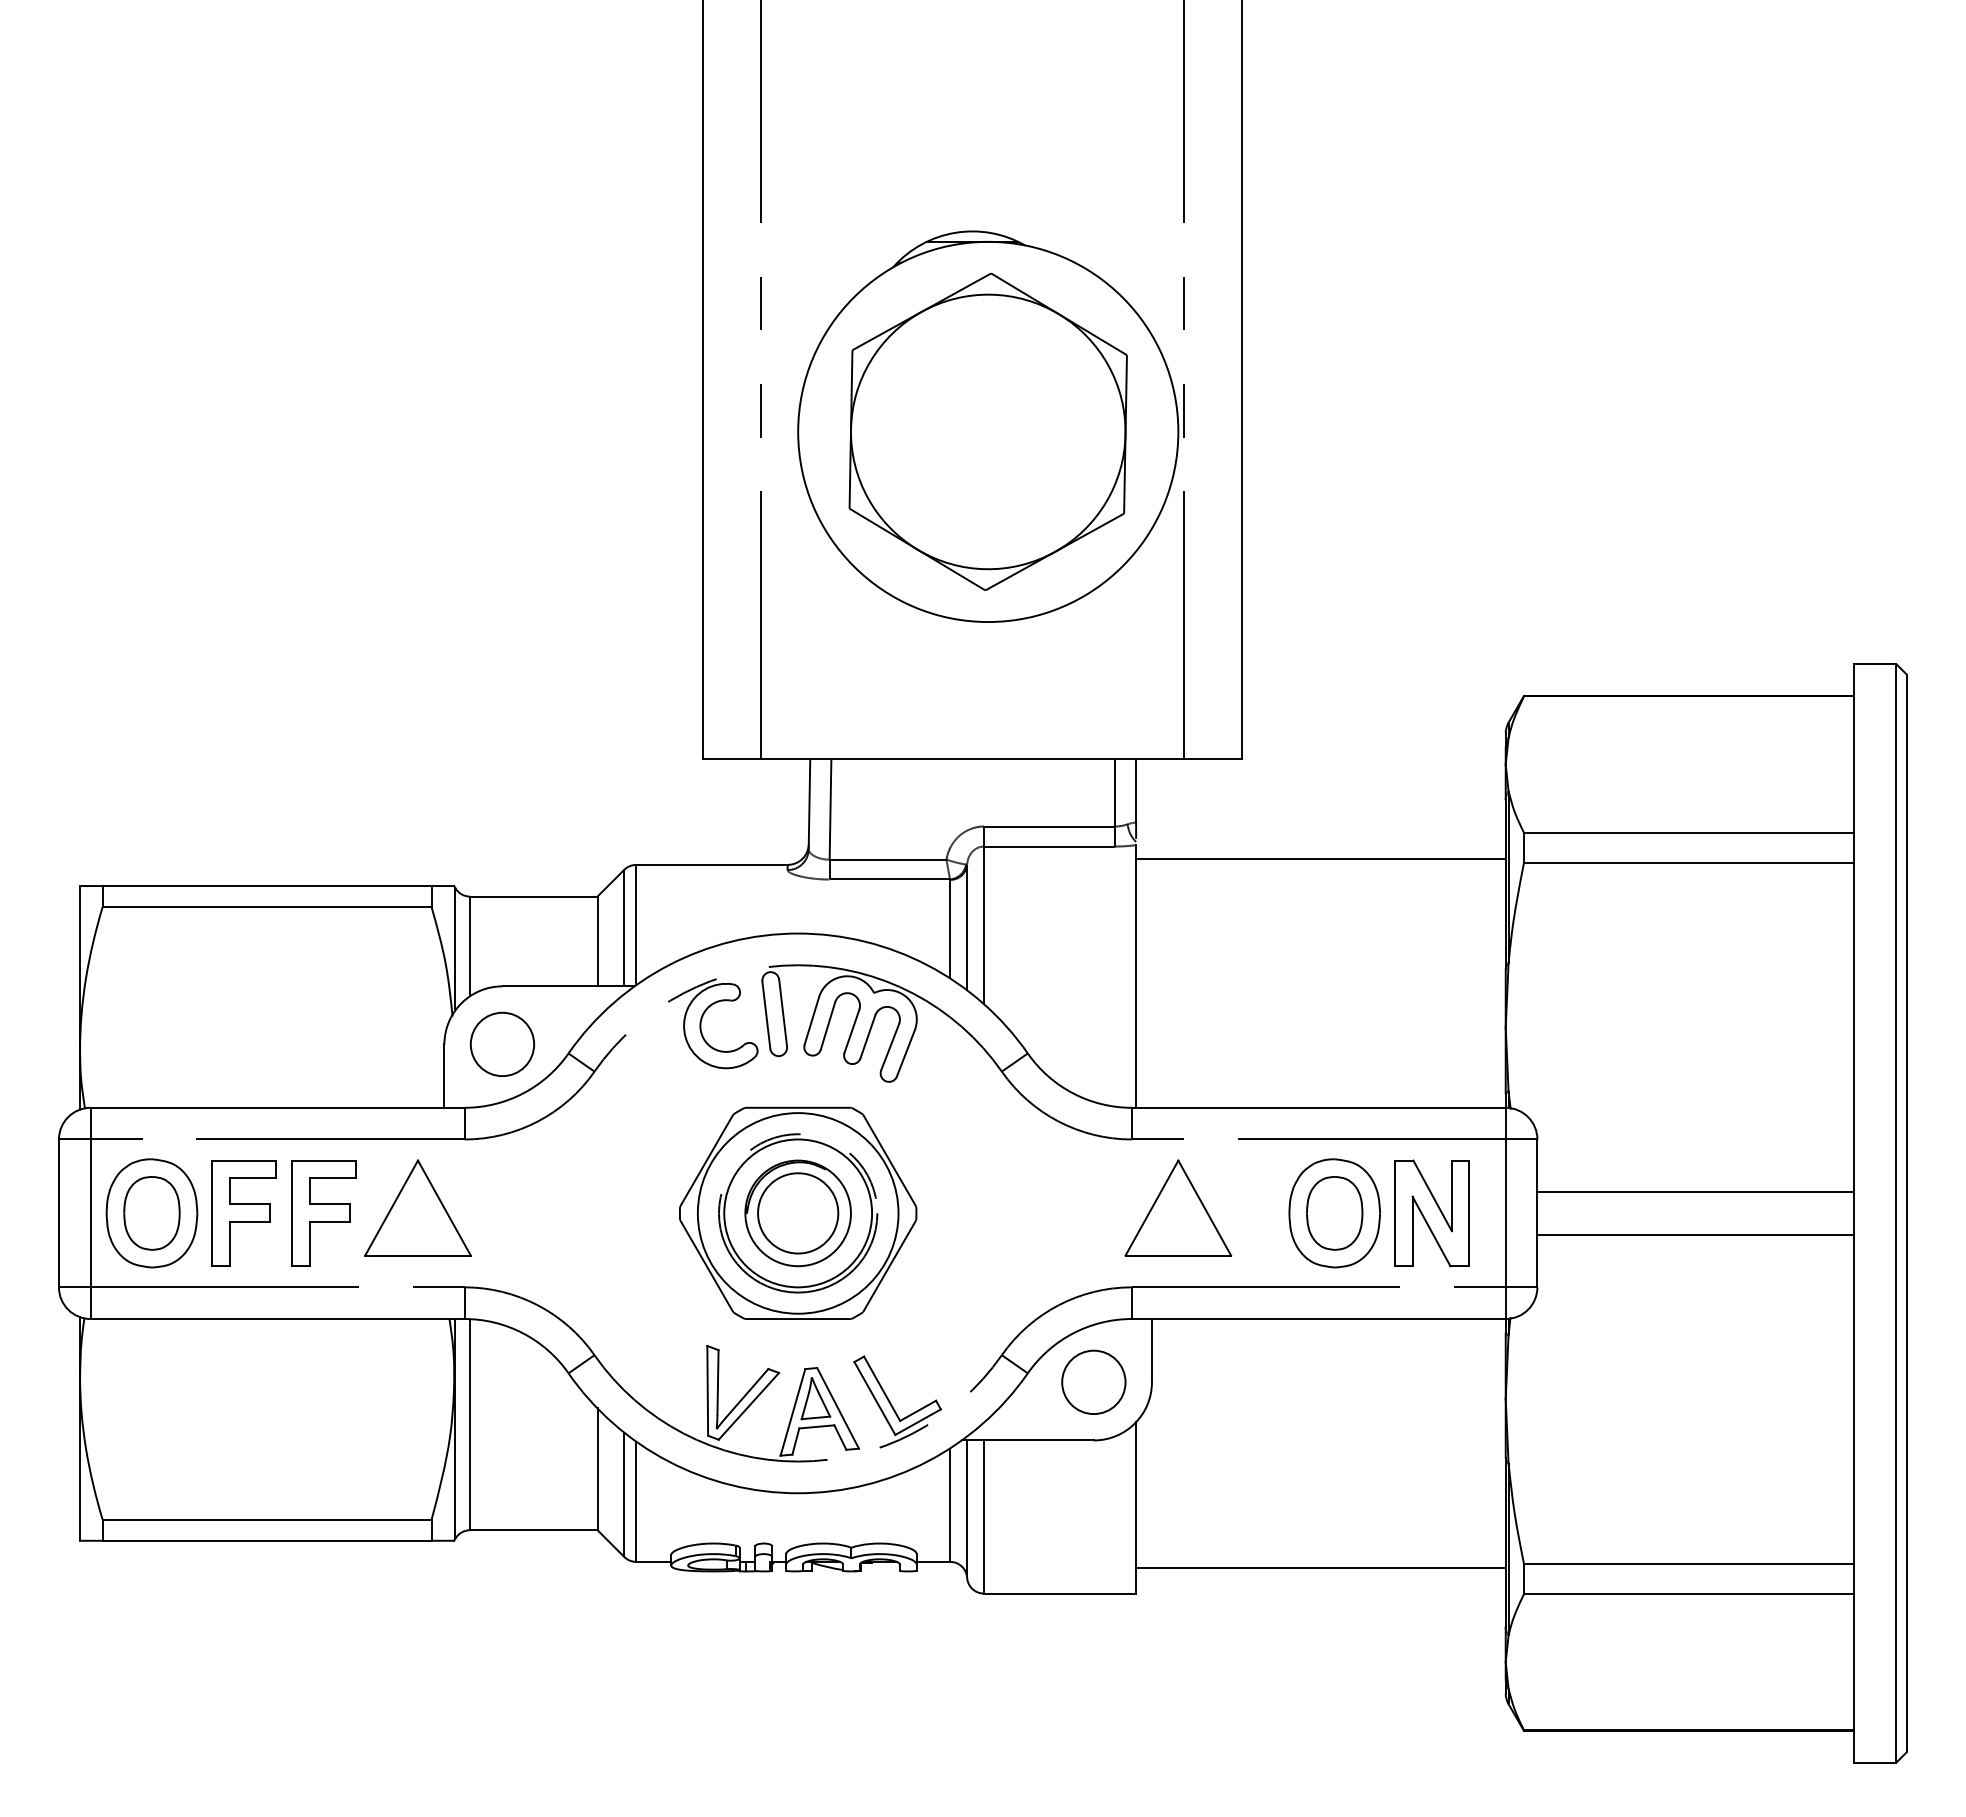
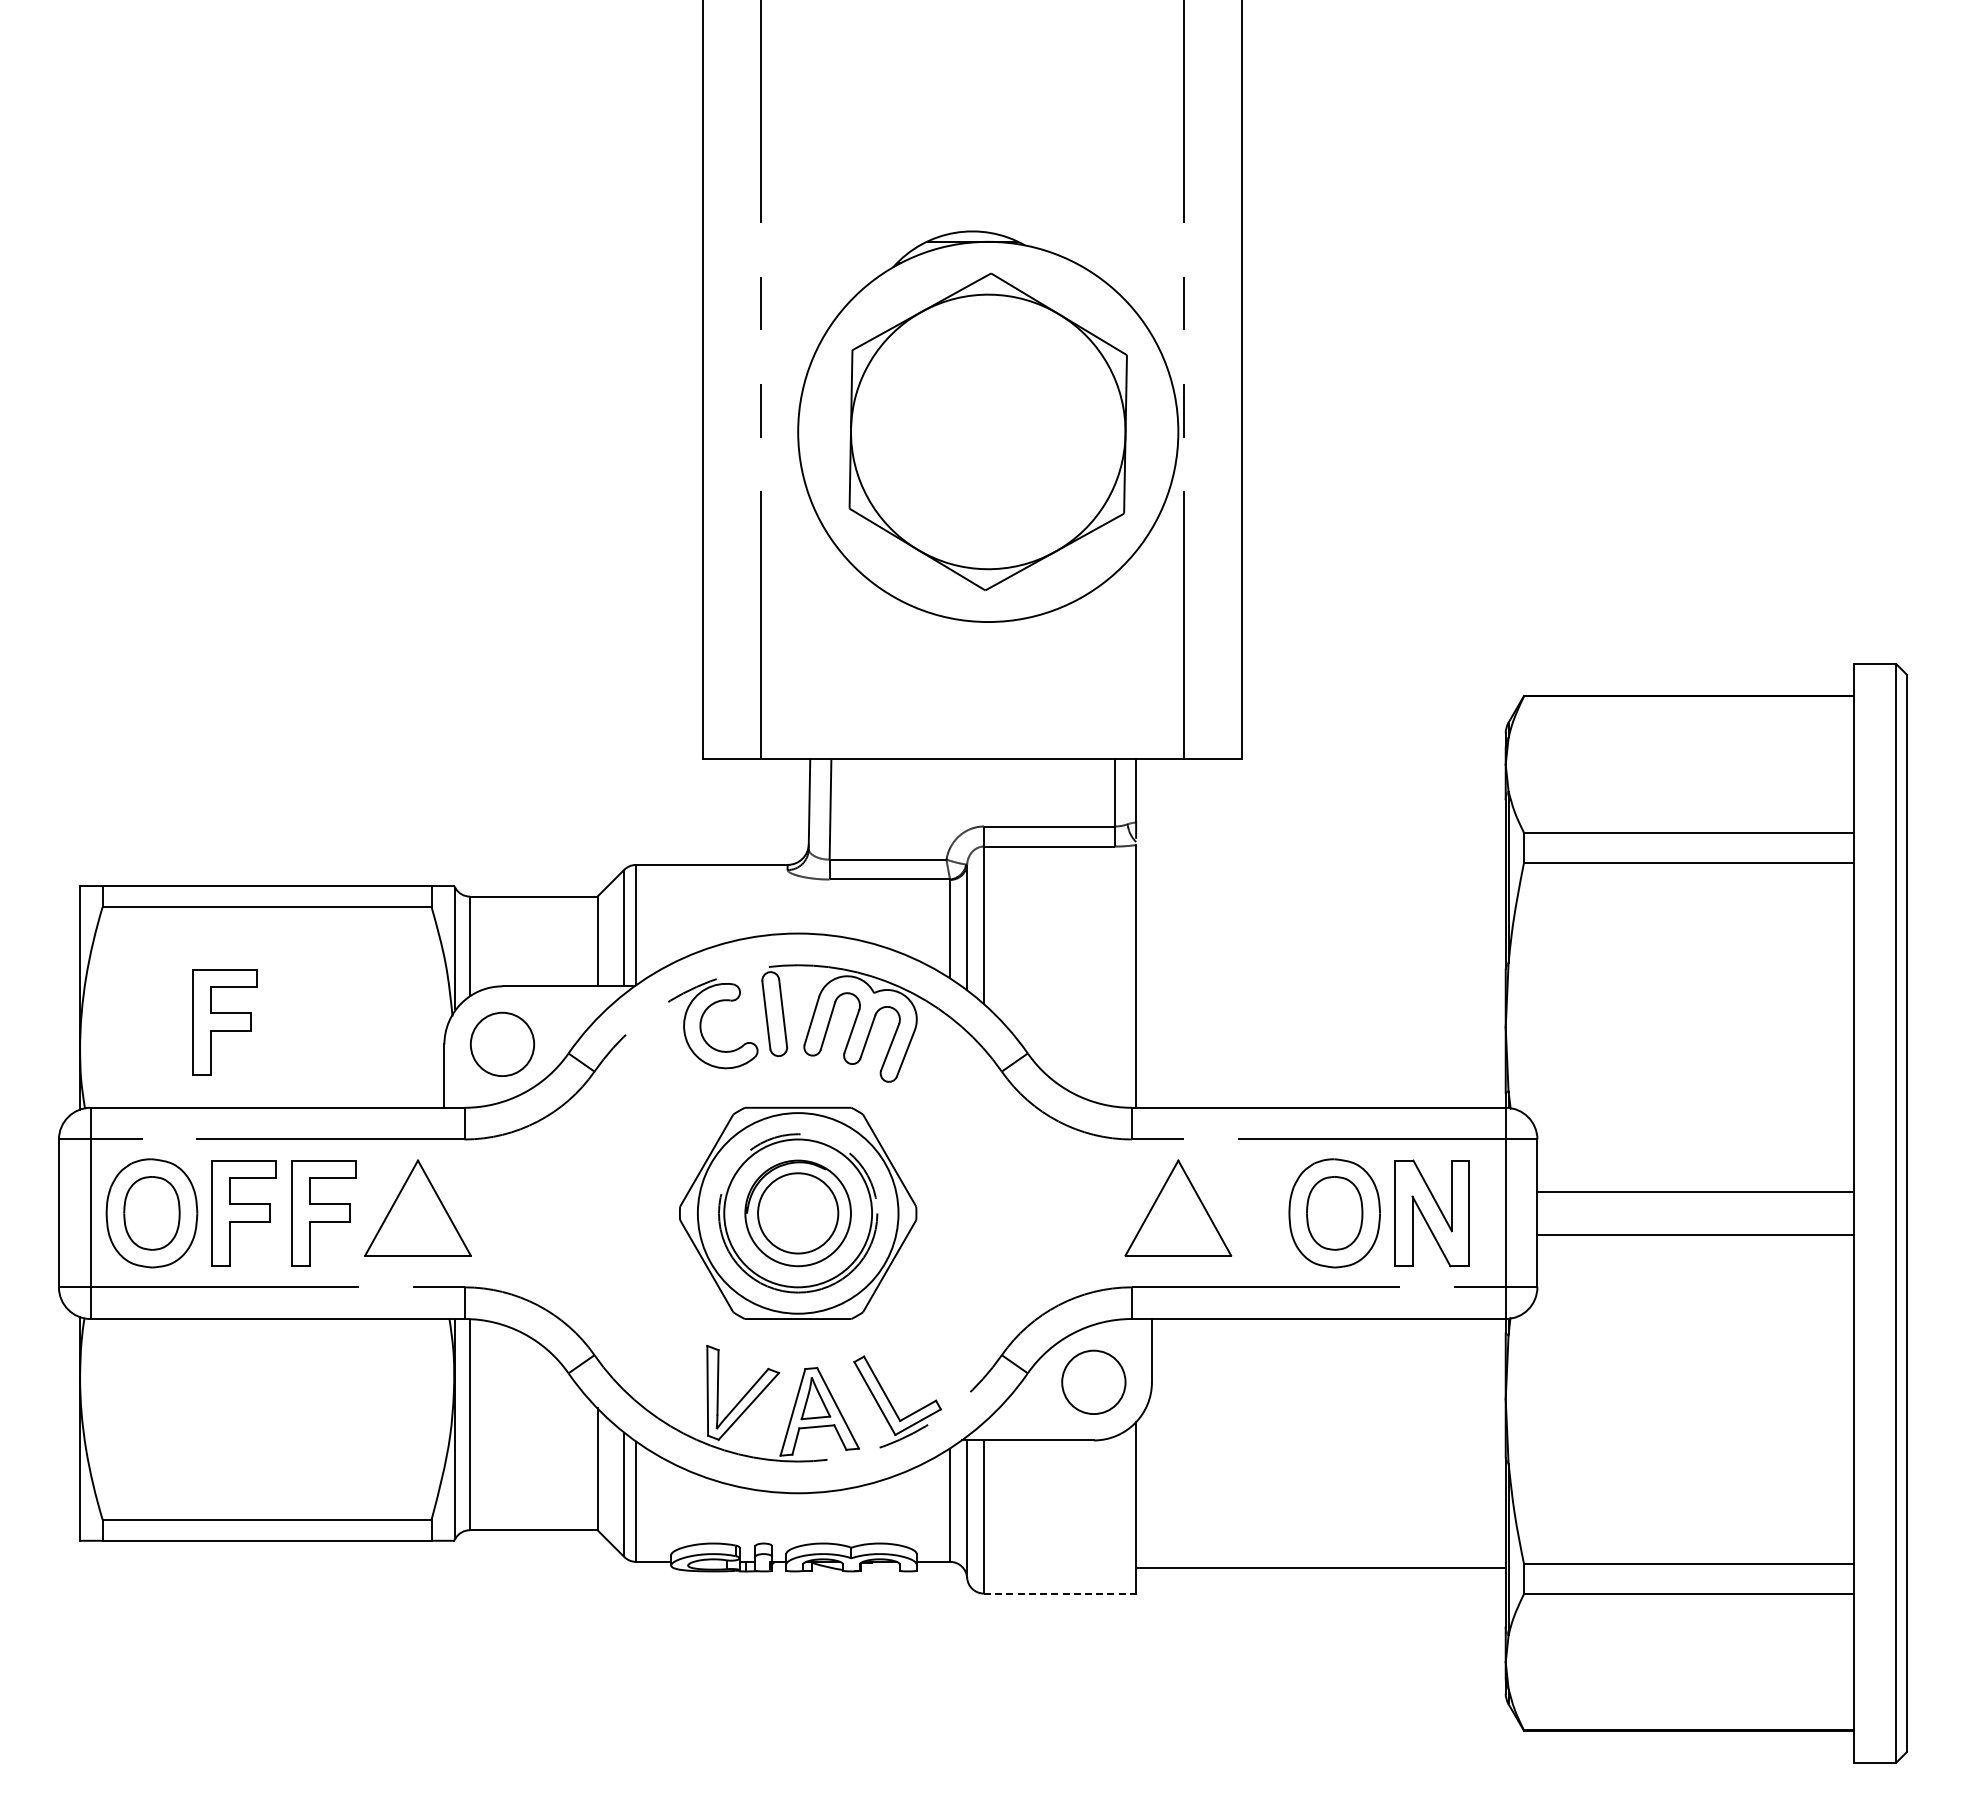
line at (1320, 858): present -> none
part at (224, 1022): none -> present
line at (1060, 1593): solid -> dashed
